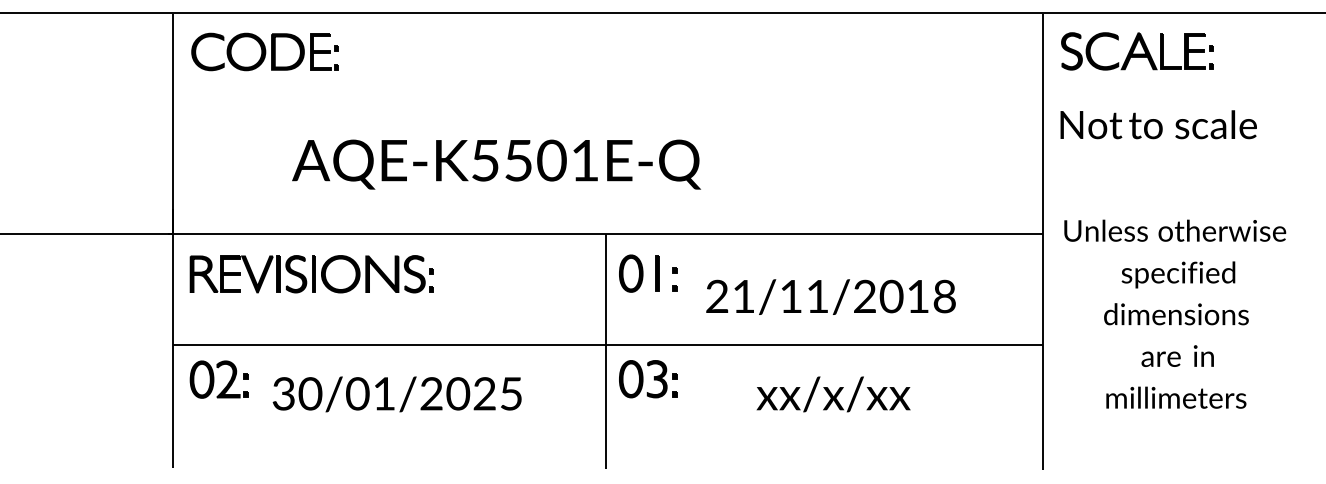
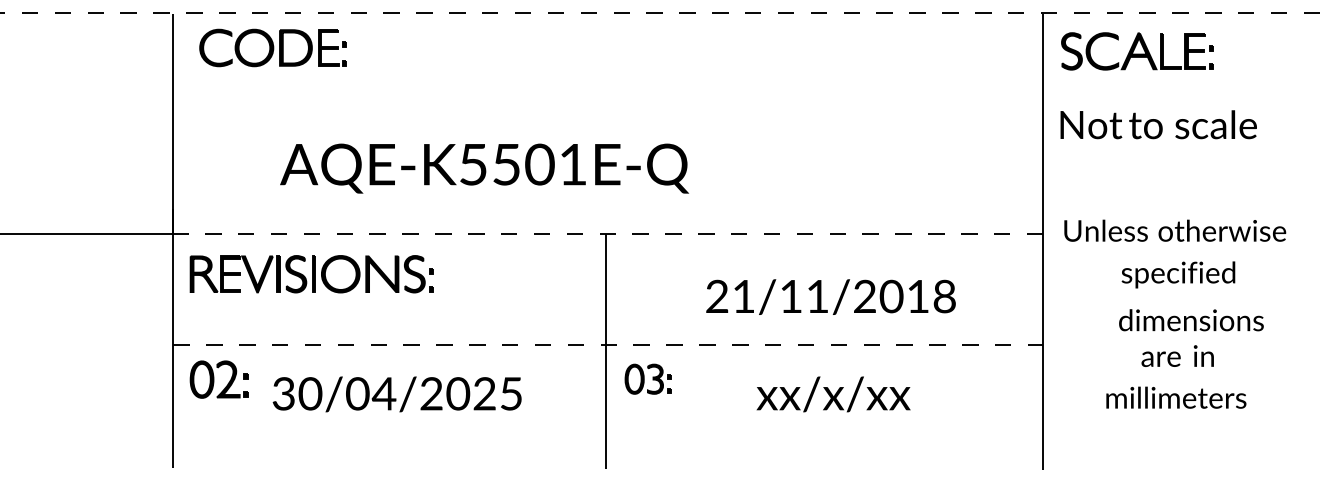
line at (663, 12): solid -> dashed
part at (264, 51) position: (264, 51) -> (272, 47)
text at (496, 164) position: (496, 164) -> (484, 168)
line at (605, 233): solid -> dashed
part at (648, 273): present -> none
text at (1176, 314) position: (1176, 314) -> (1191, 320)
line at (608, 344): solid -> dashed
part at (648, 379) size: 59x39 px -> 48x32 px
text at (383, 393): 30/01/2025 -> 30/04/2025
